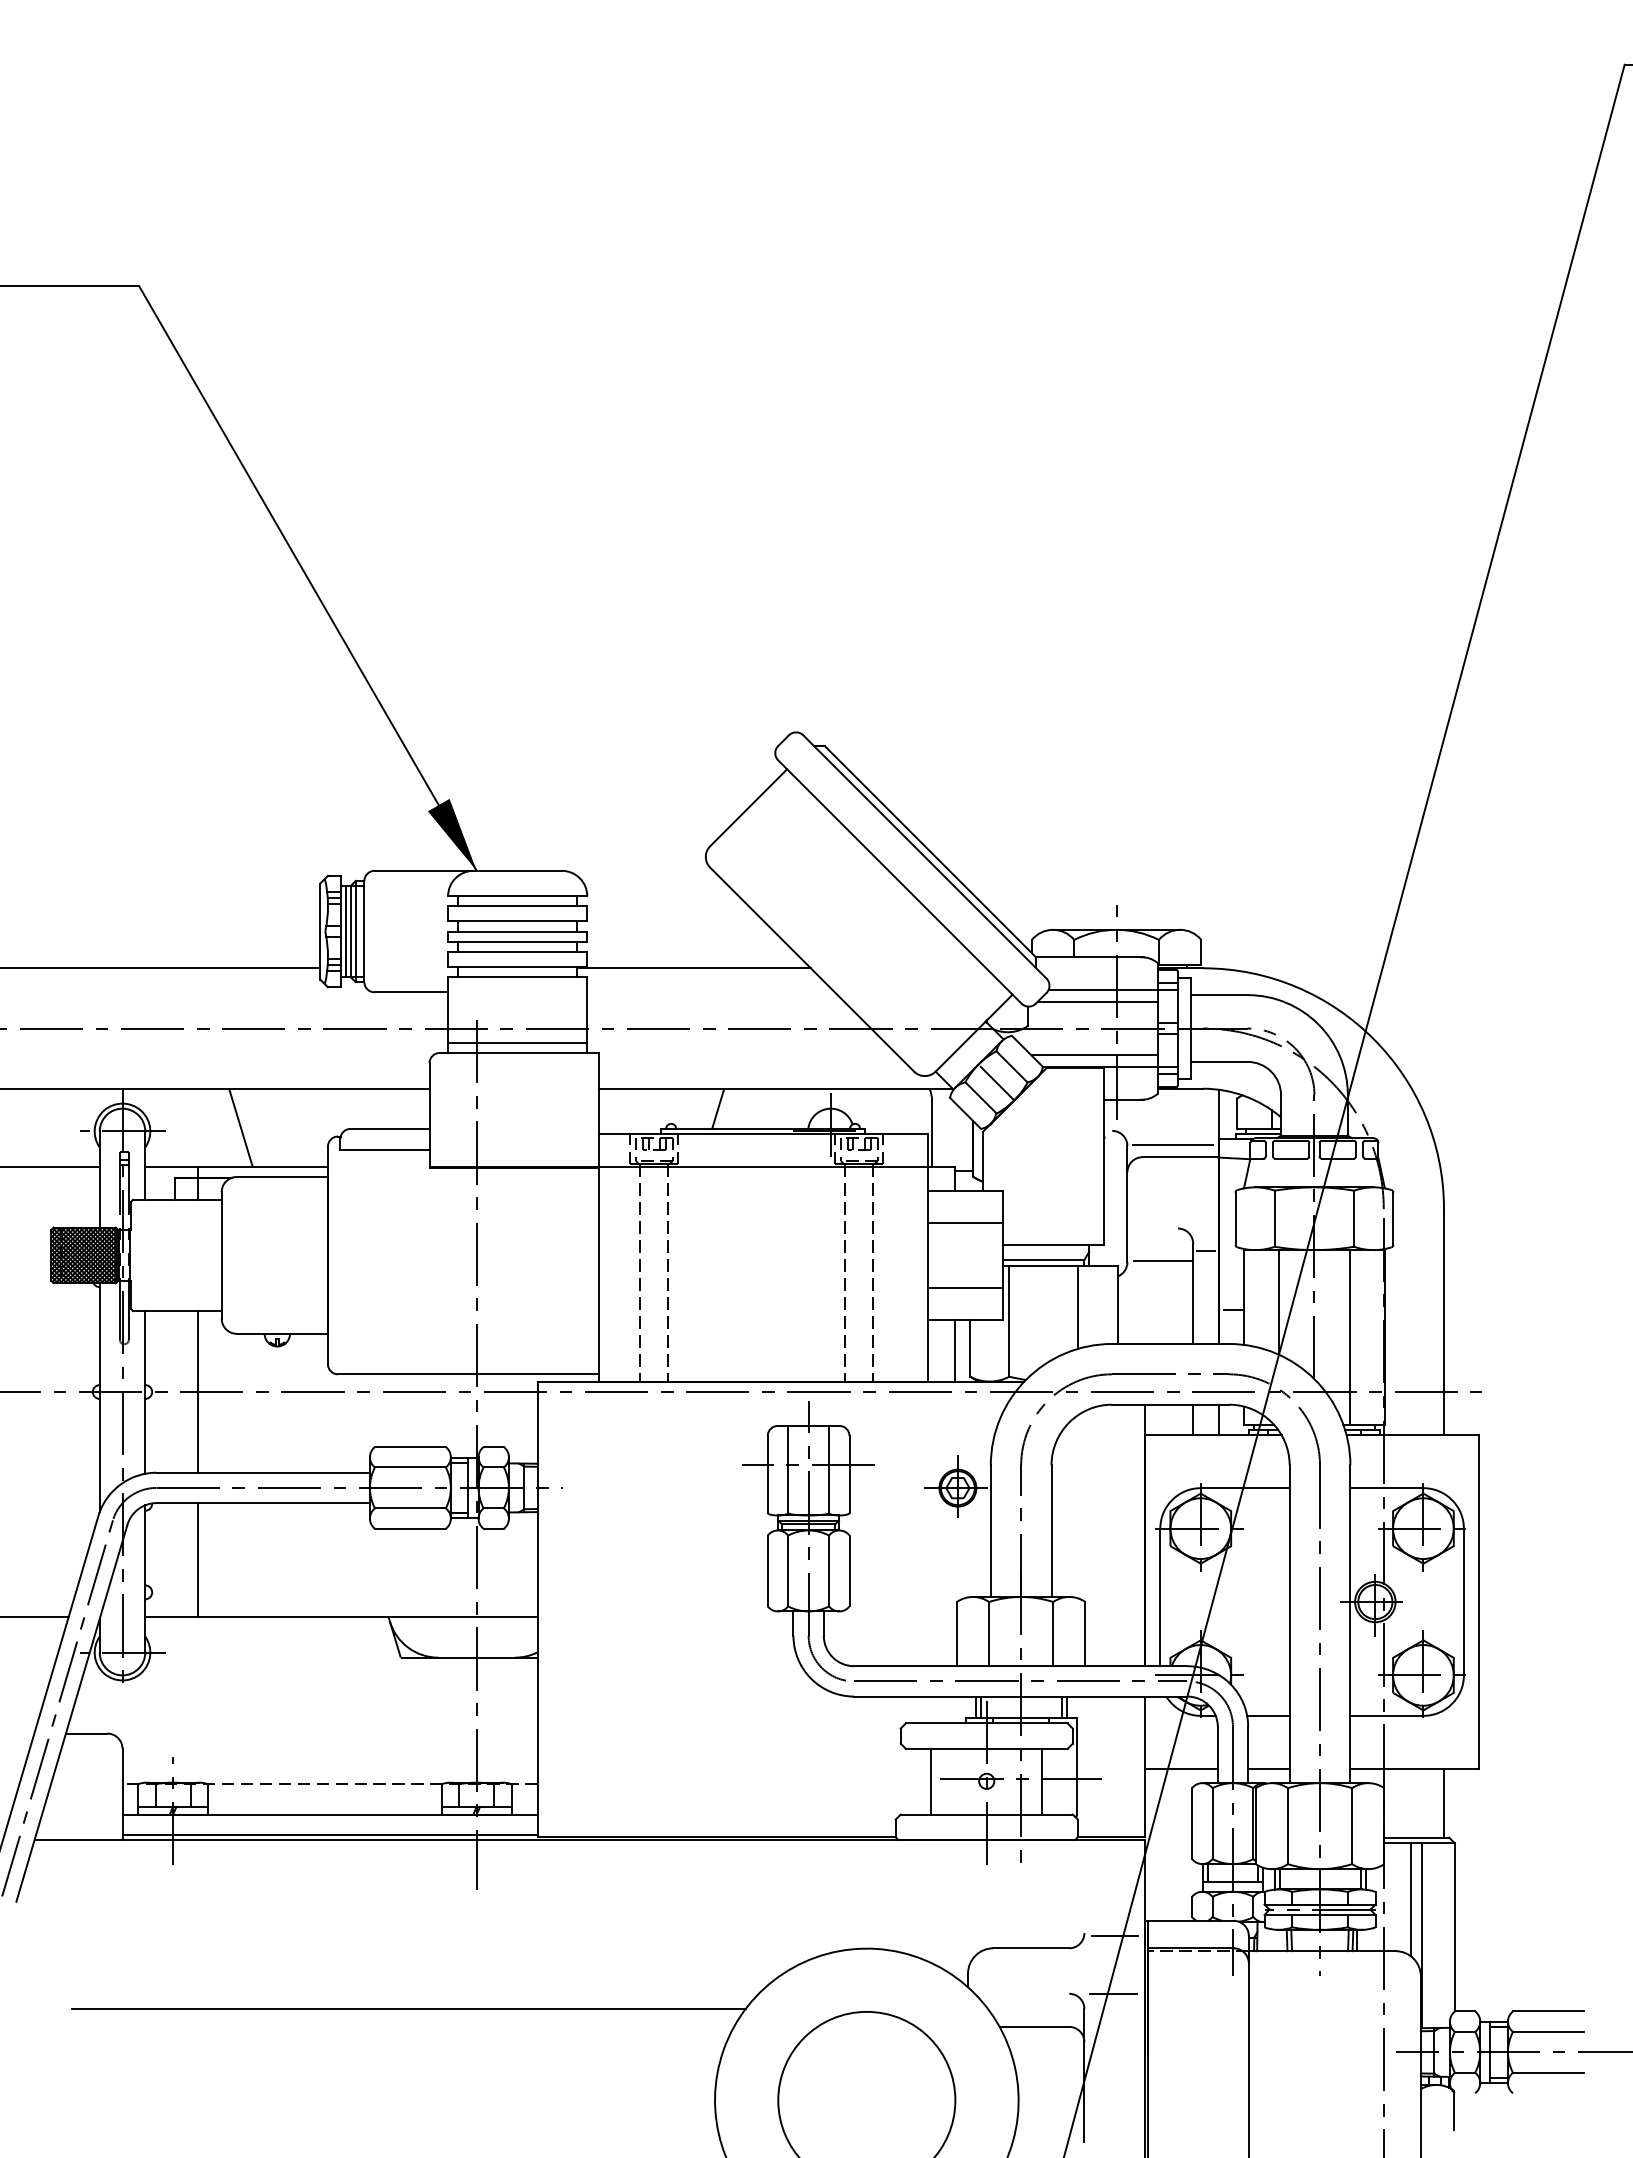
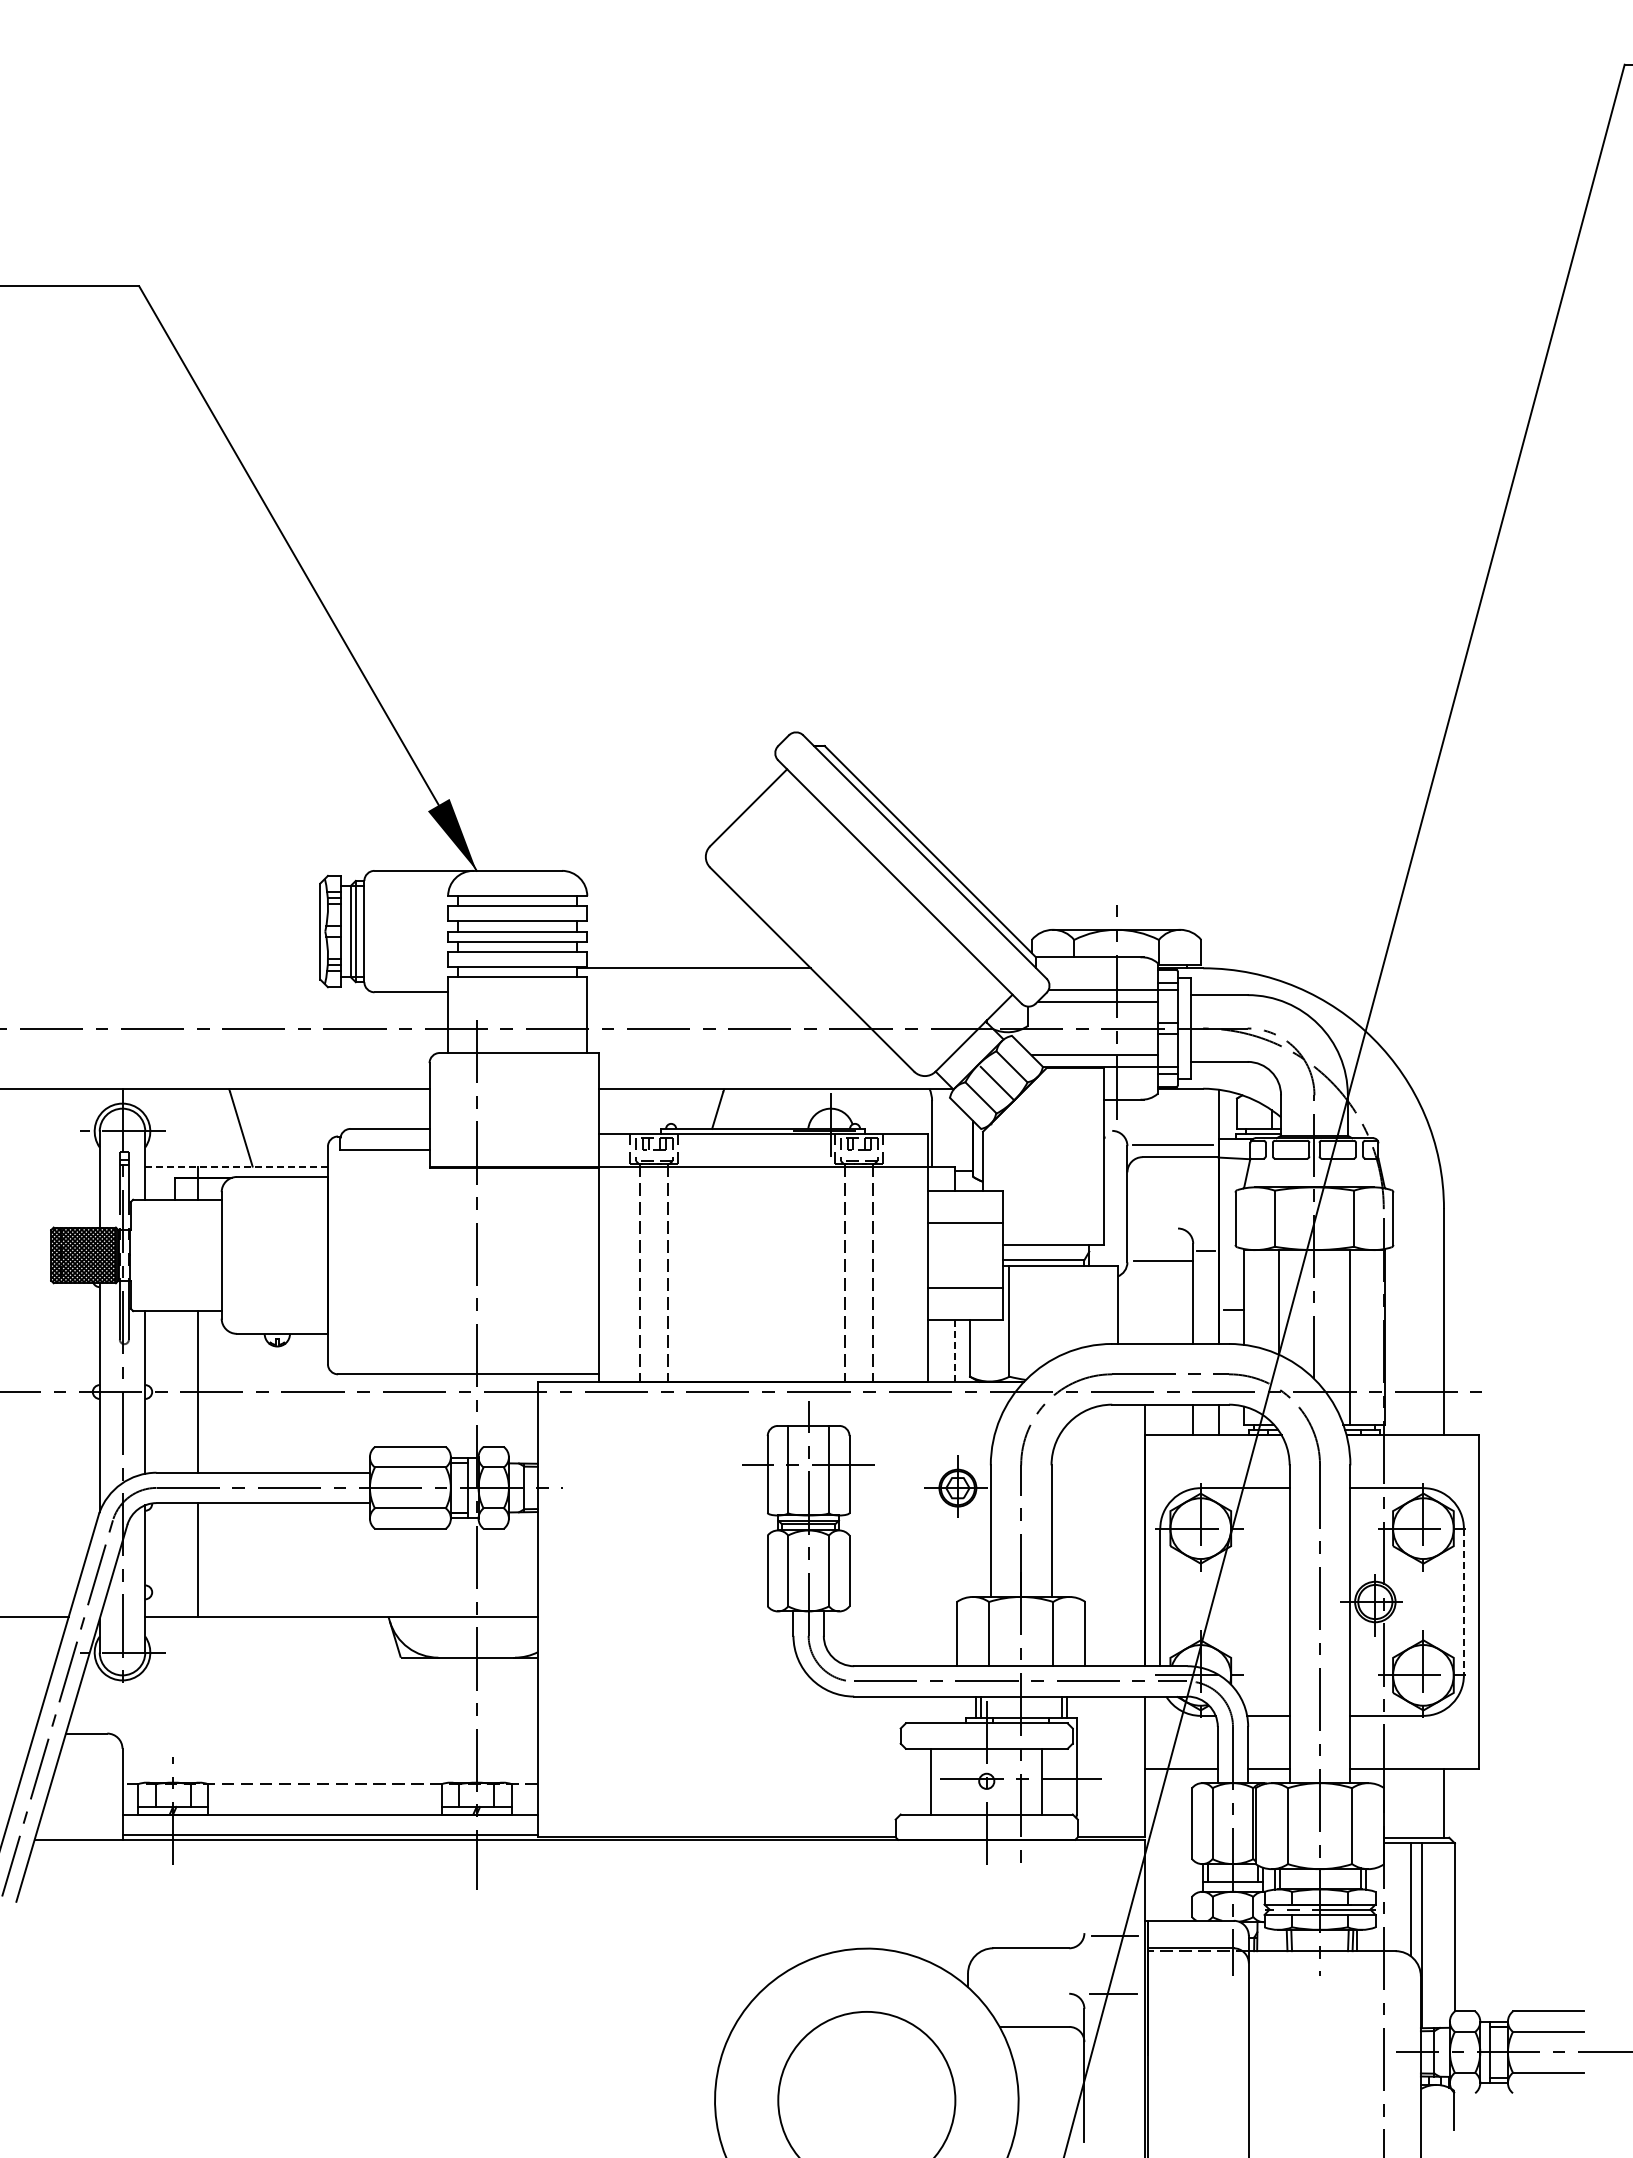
line at (345, 931): present -> none
line at (161, 968): present -> none
line at (517, 1042): present -> none
line at (50, 1166): present -> none
line at (237, 1166): solid -> dashed
line at (1078, 1306): present -> none
line at (955, 1350): solid -> dashed
line at (1463, 1602): solid -> dashed
line at (408, 2009): present -> none
